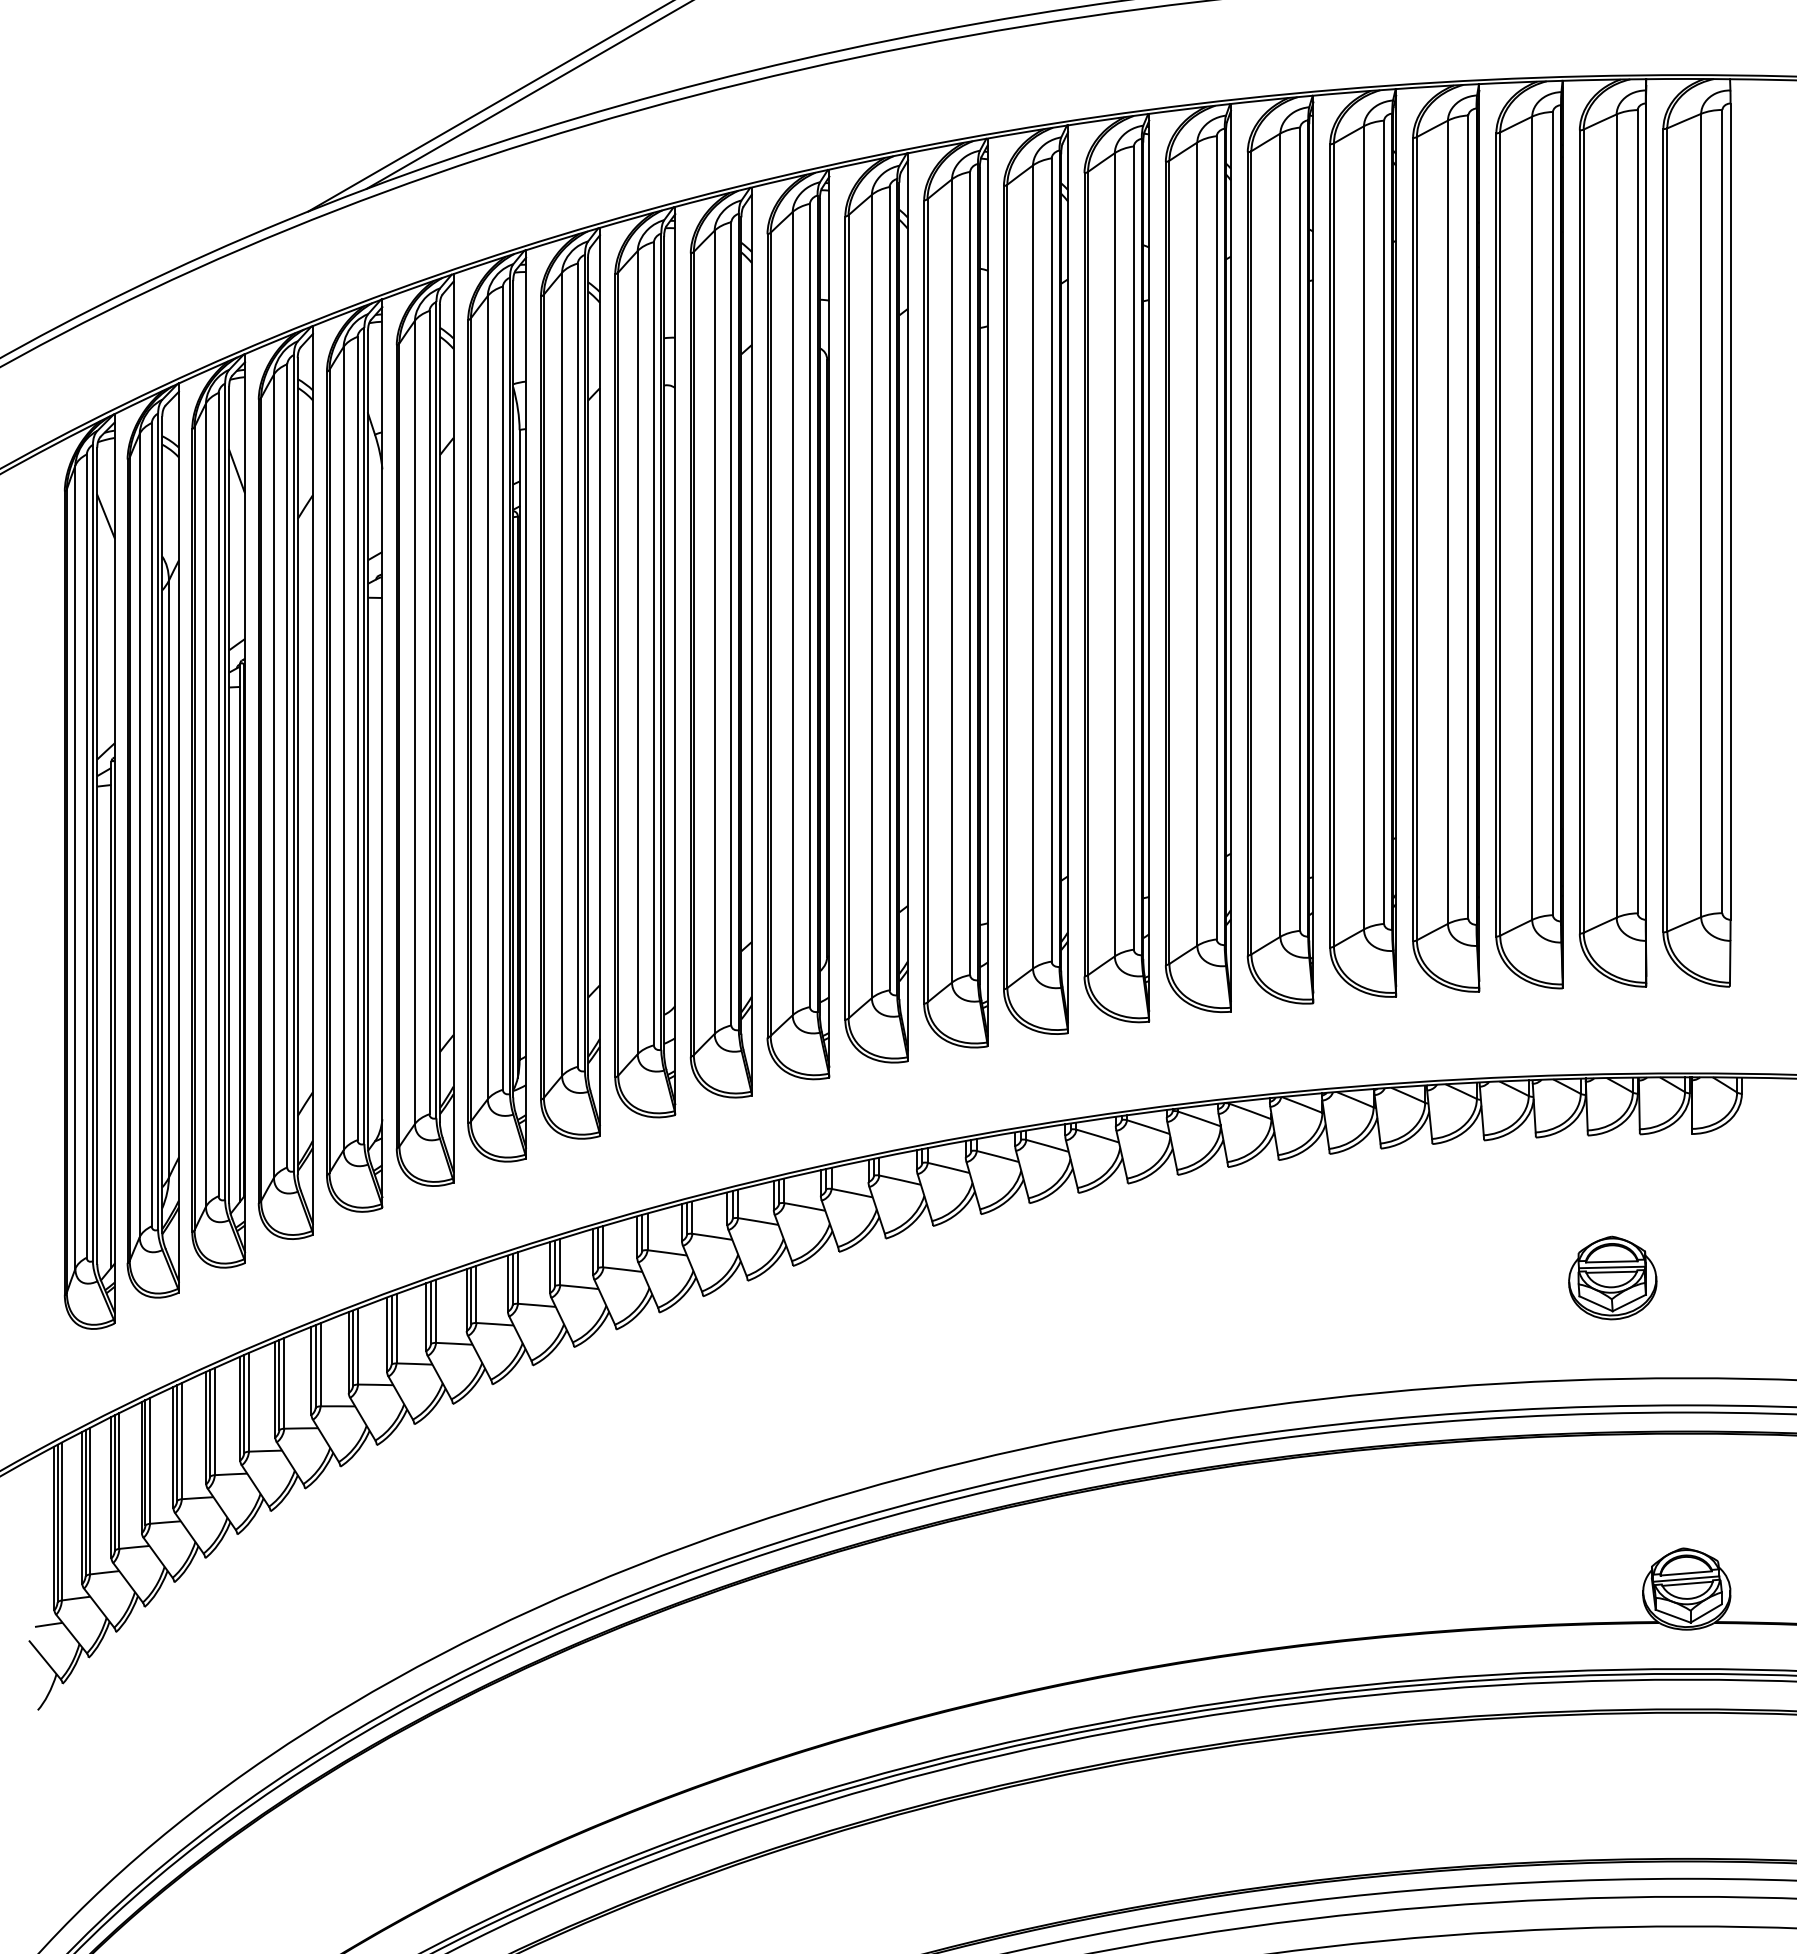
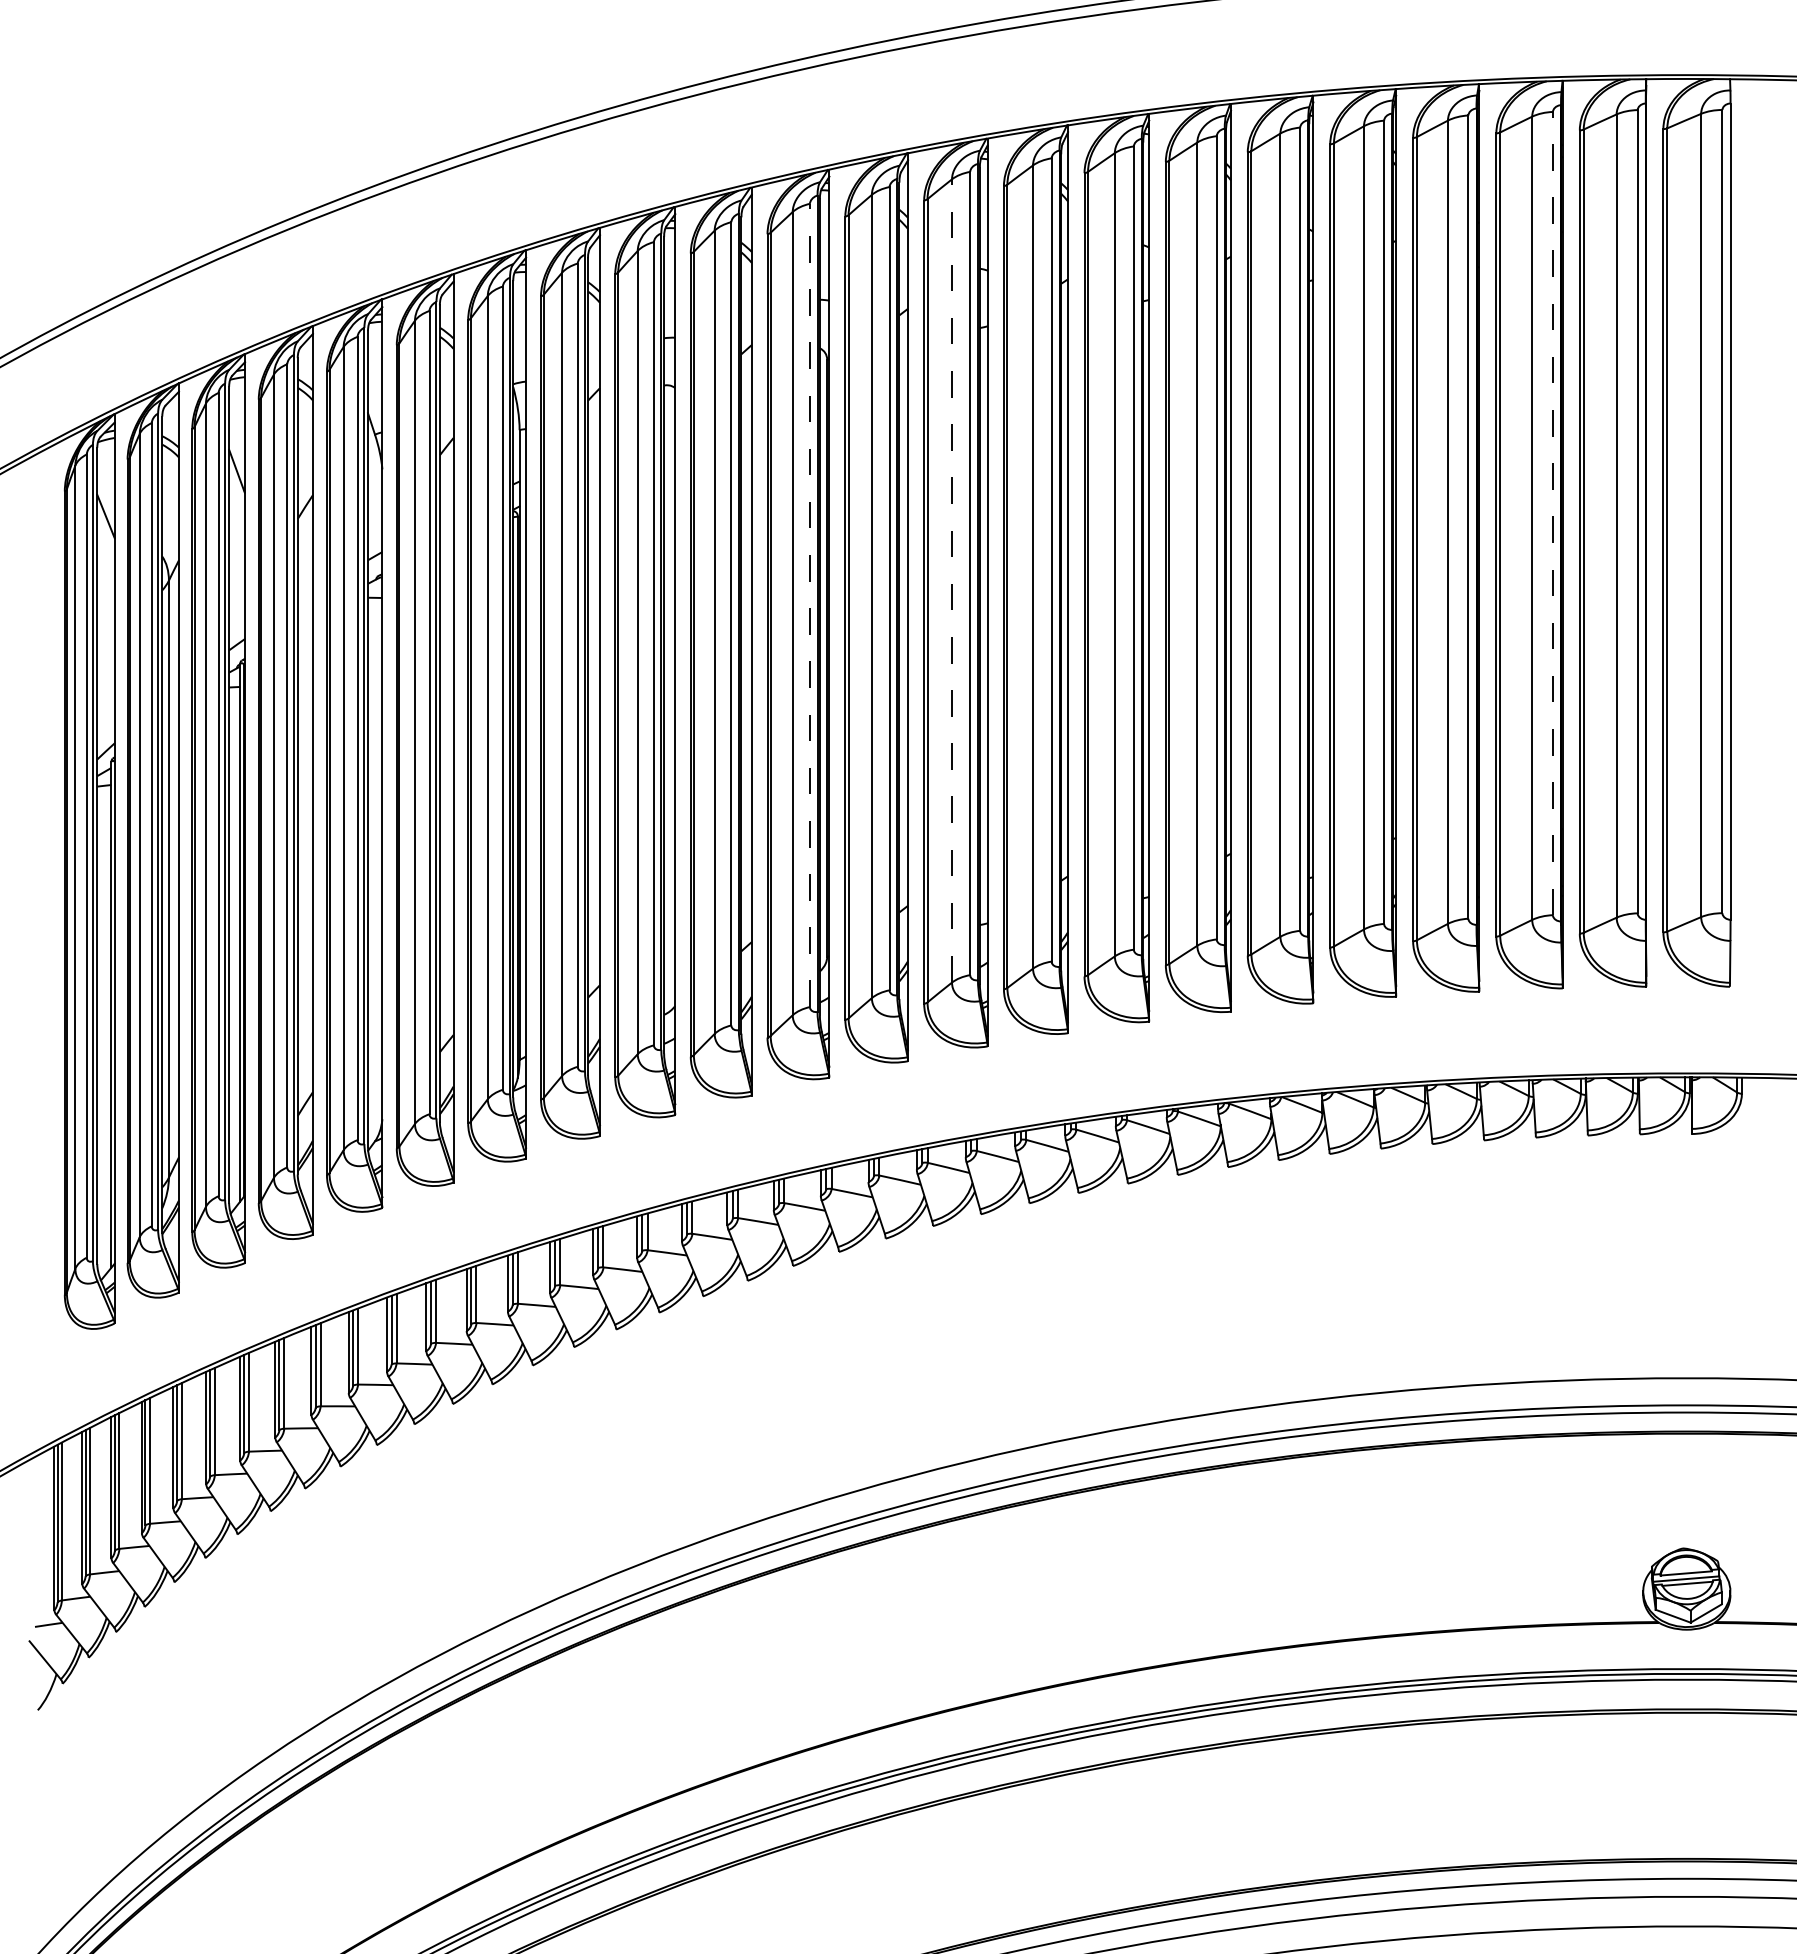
line at (527, 95): present -> none
line at (489, 106): present -> none
line at (1552, 513): solid -> dashed
line at (952, 580): solid -> dashed
line at (809, 605): solid -> dashed
part at (1612, 1277): present -> none
